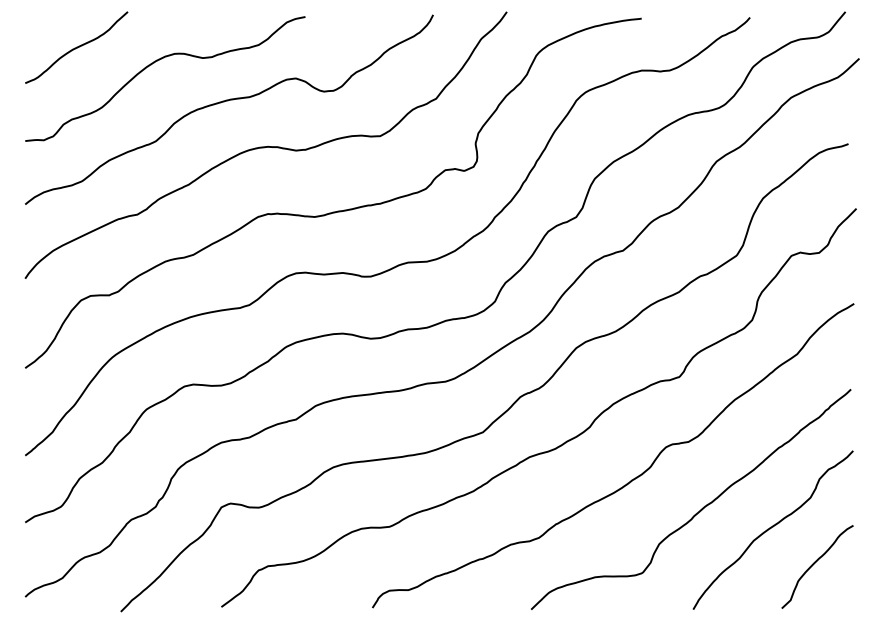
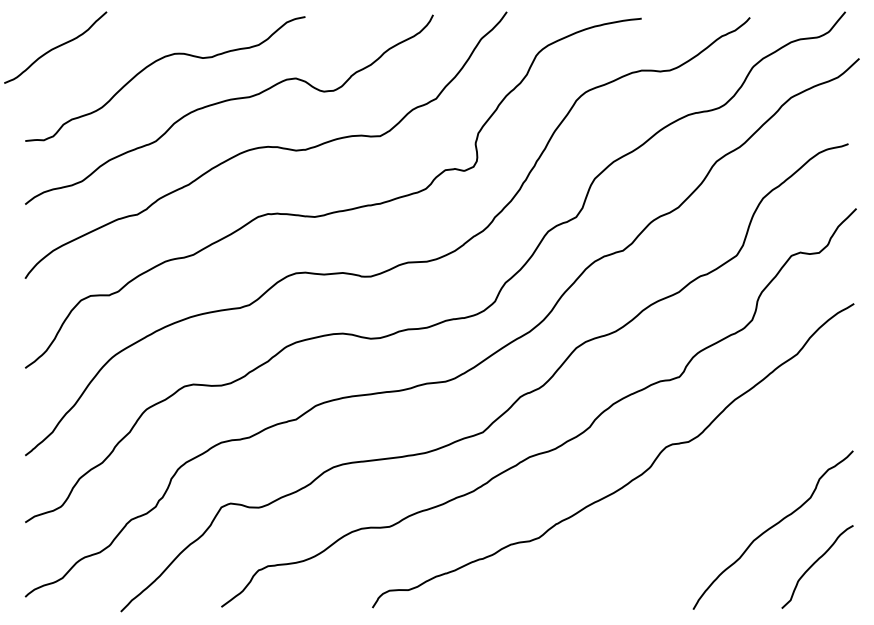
curve at (76, 47) position: (76, 47) -> (55, 47)
curve at (701, 508): present -> none
